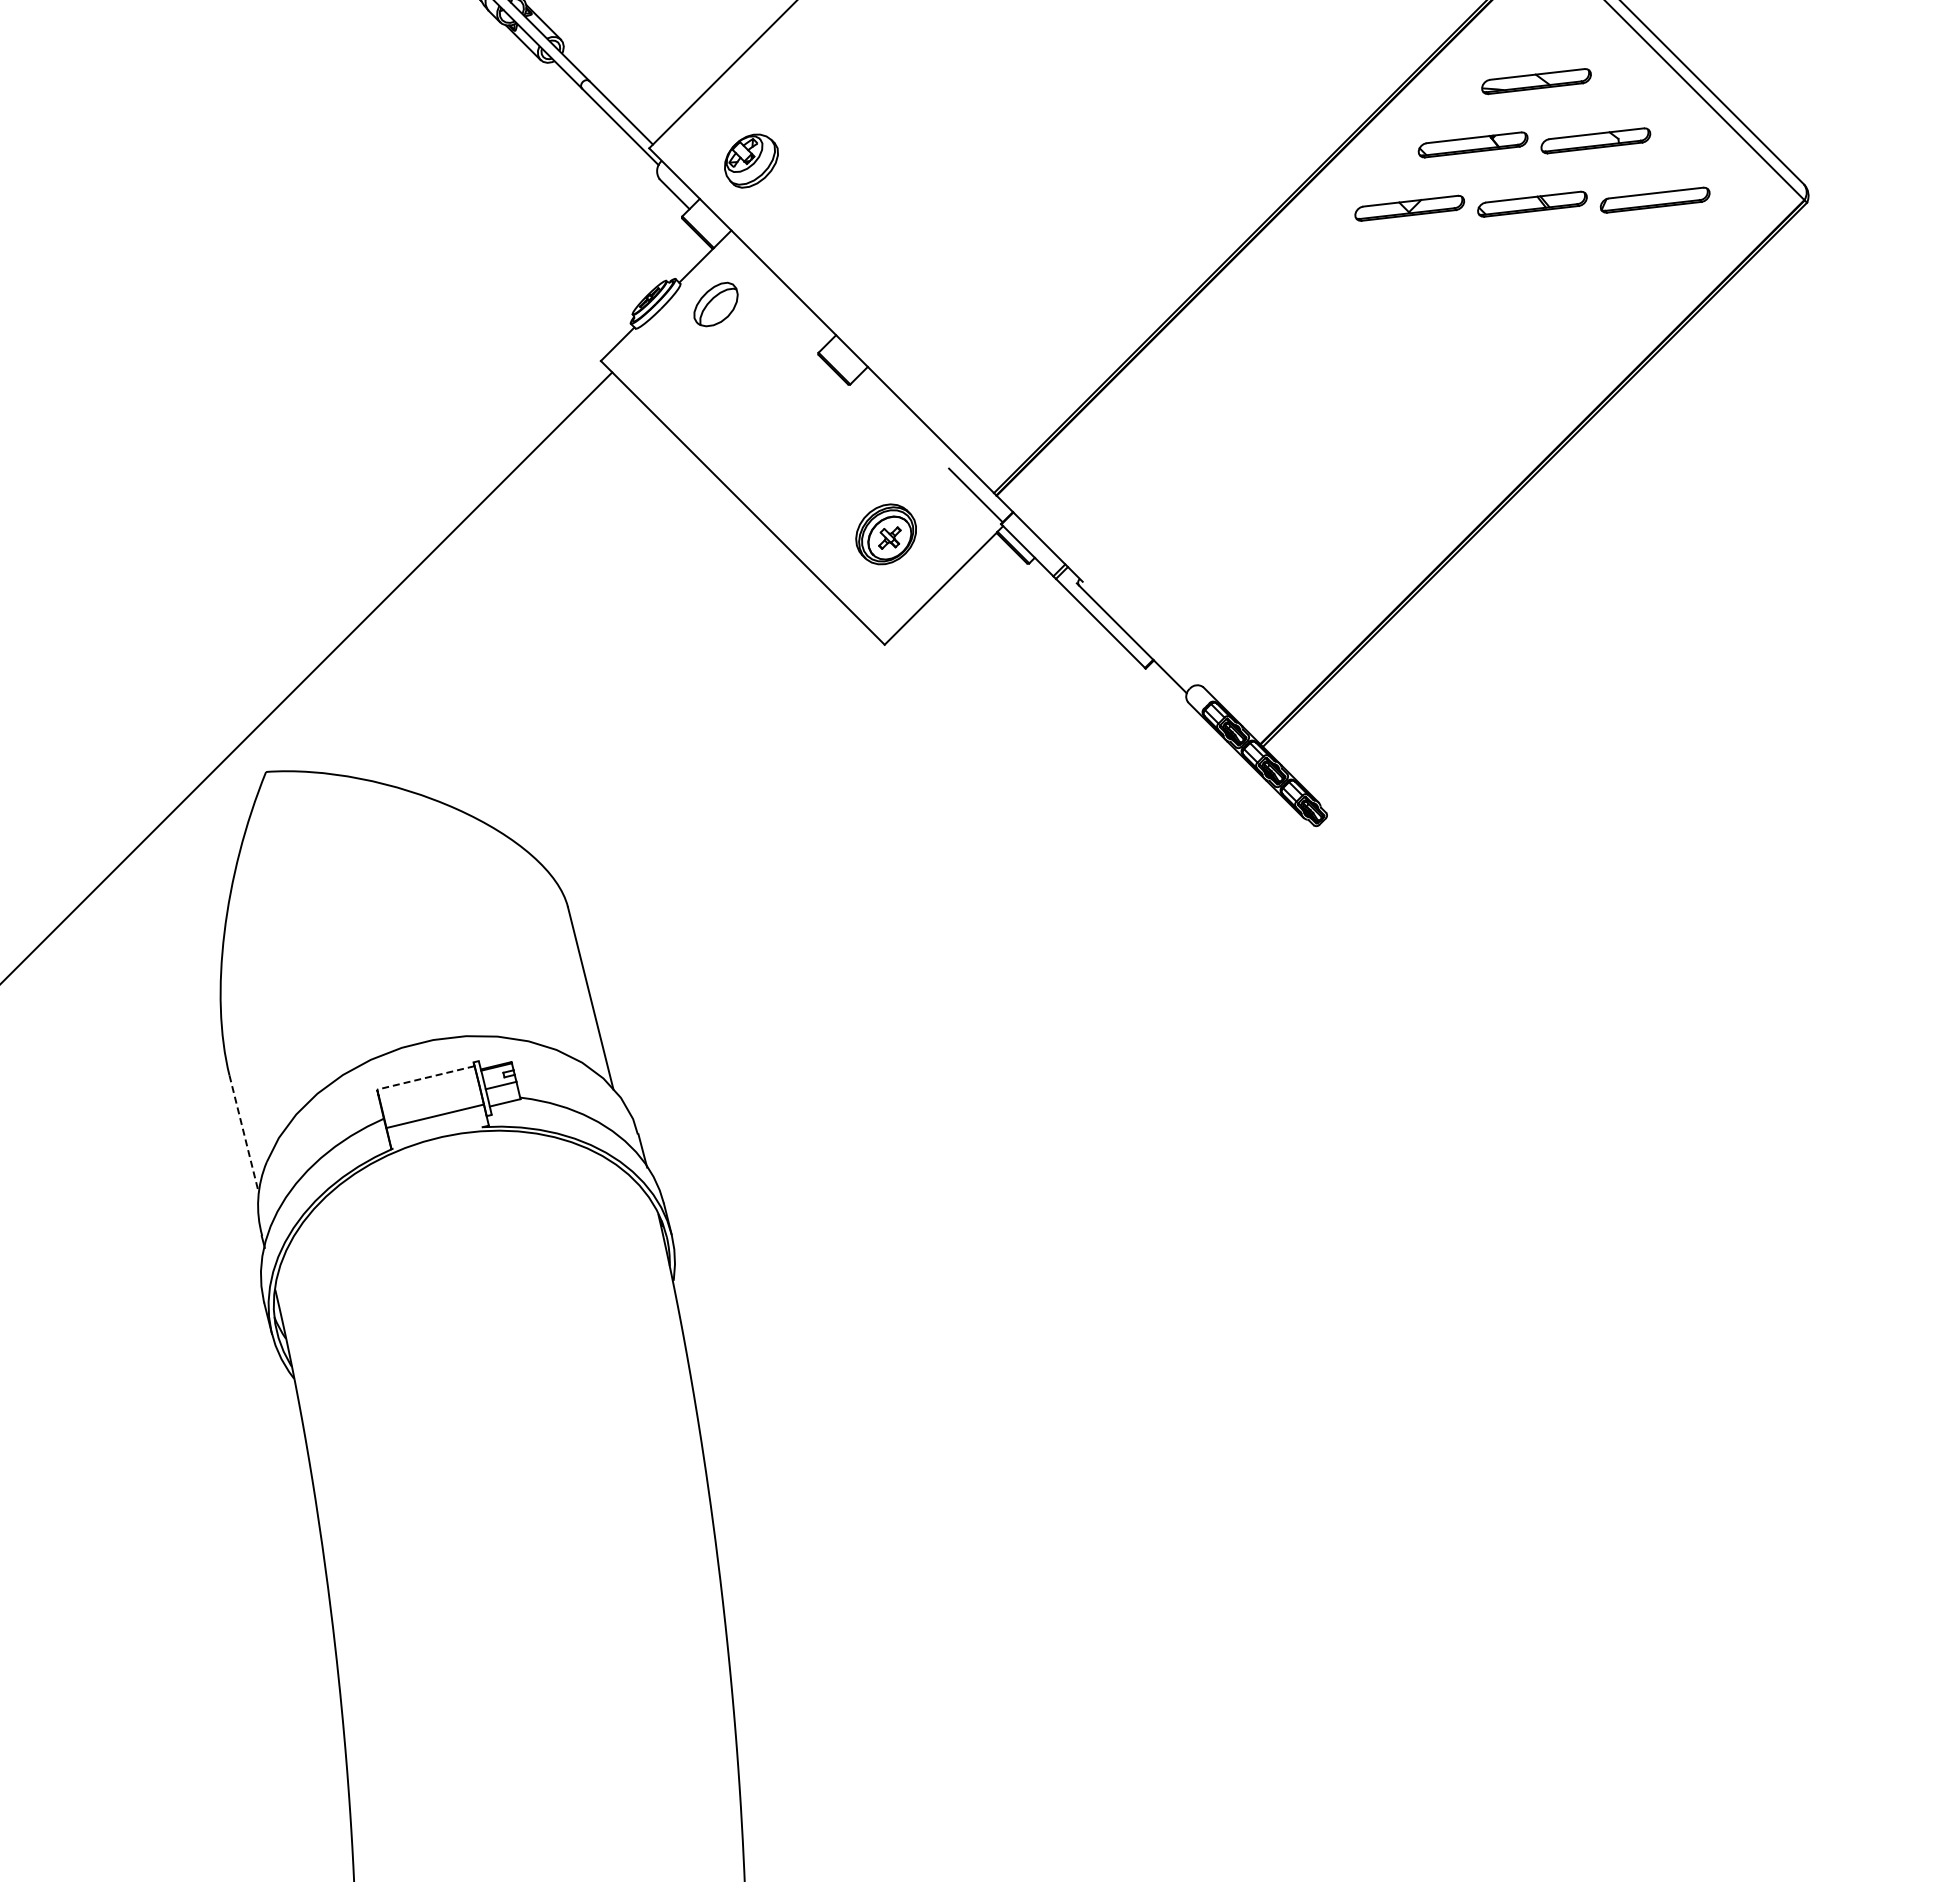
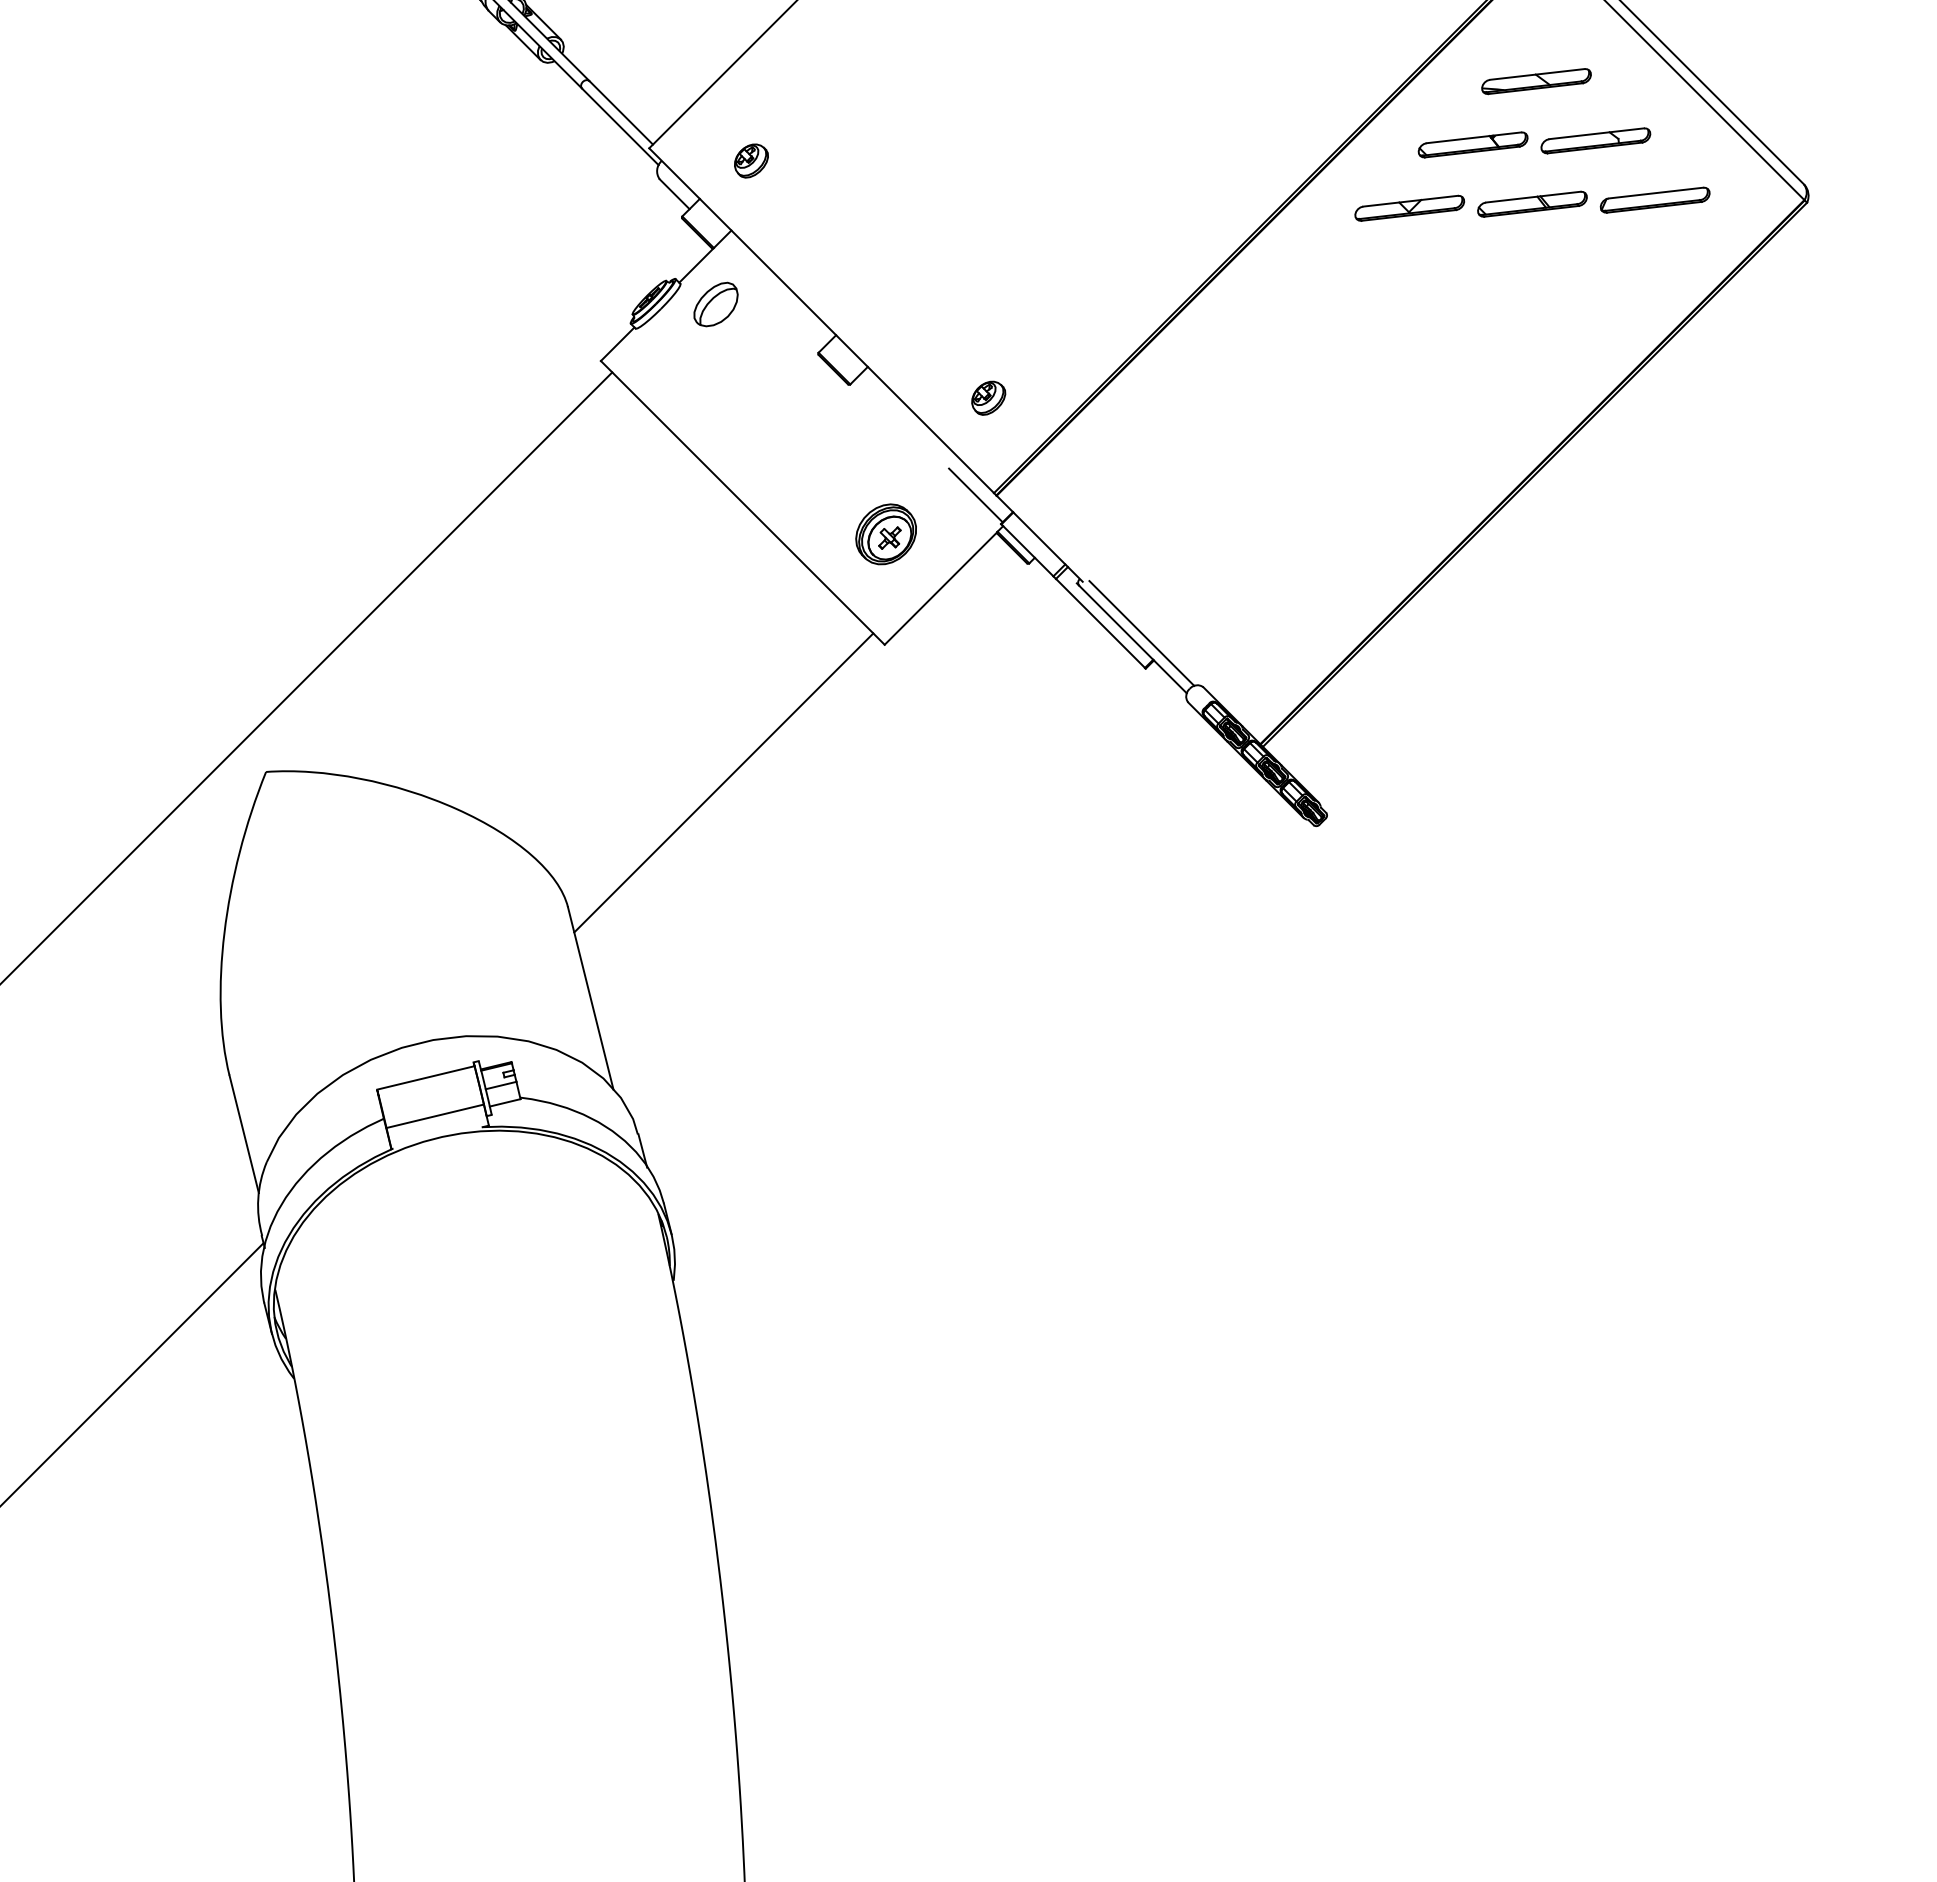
part at (751, 160) size: 55x56 px -> 35x36 px
part at (988, 397): none -> present
line at (1141, 633): none -> present
line at (723, 782): none -> present
line at (425, 1078): dashed -> solid
line at (244, 1134): dashed -> solid
line at (132, 1373): none -> present
